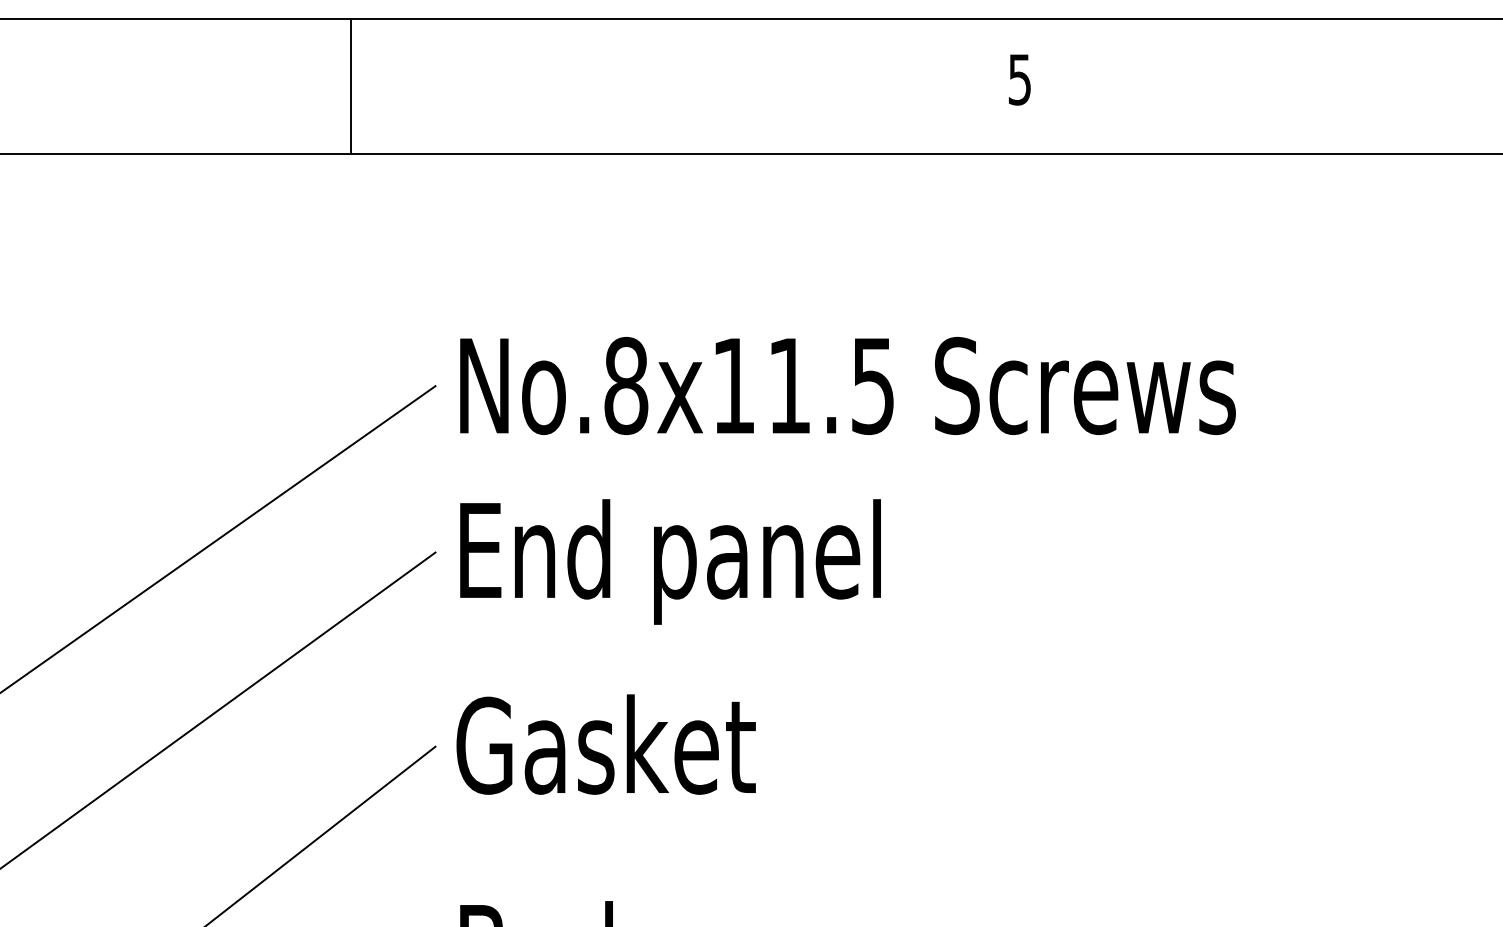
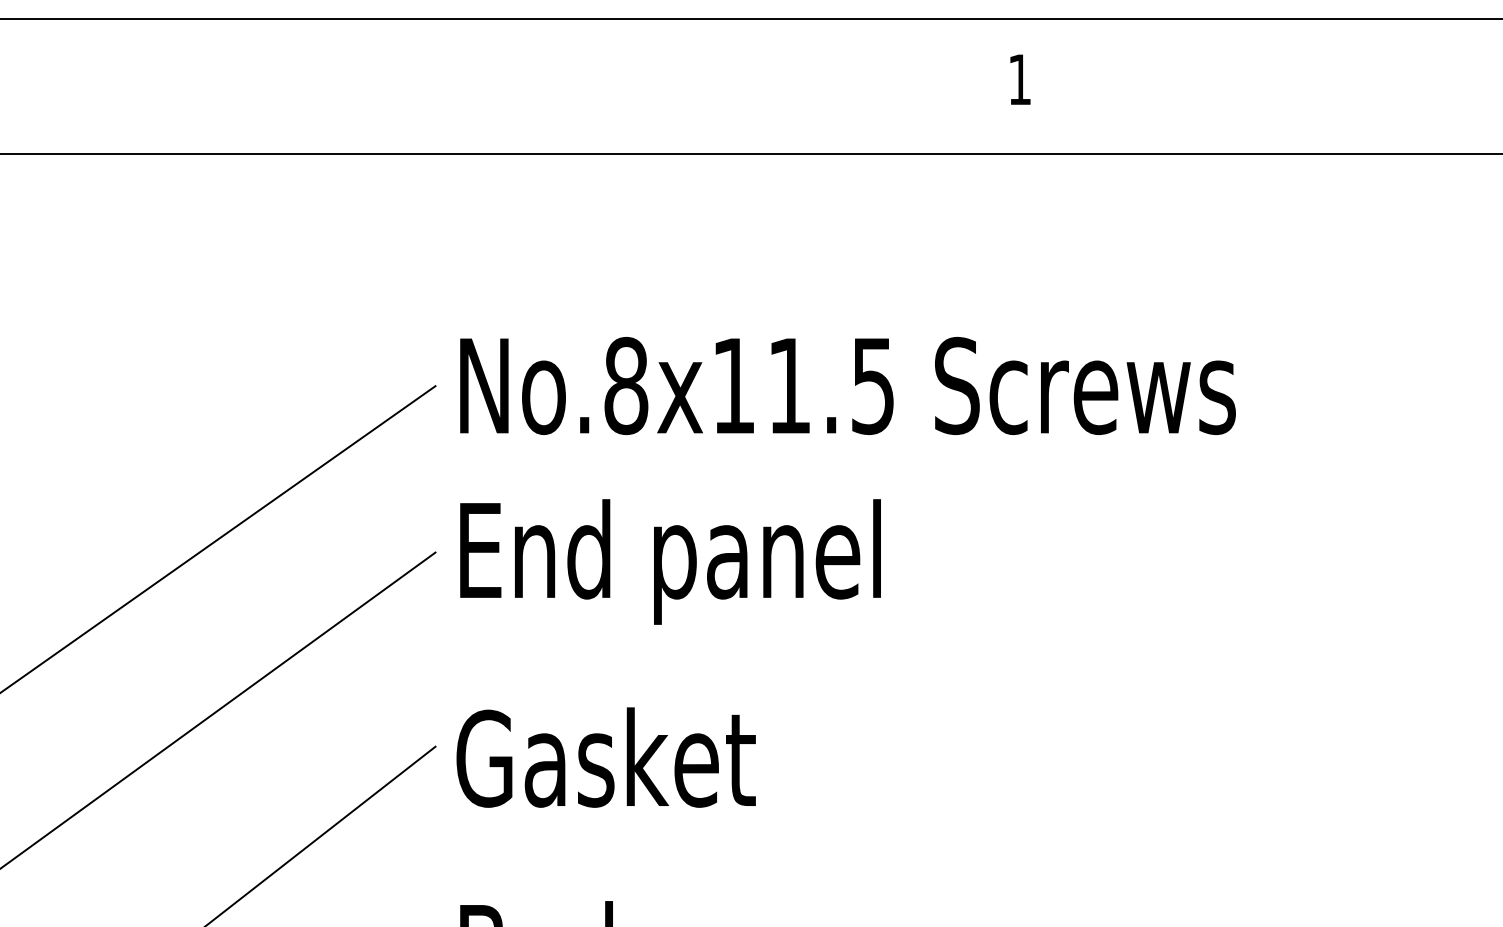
text at (1019, 79): 5 -> 1
line at (351, 85): present -> none
text at (605, 744) position: (605, 744) -> (605, 757)
